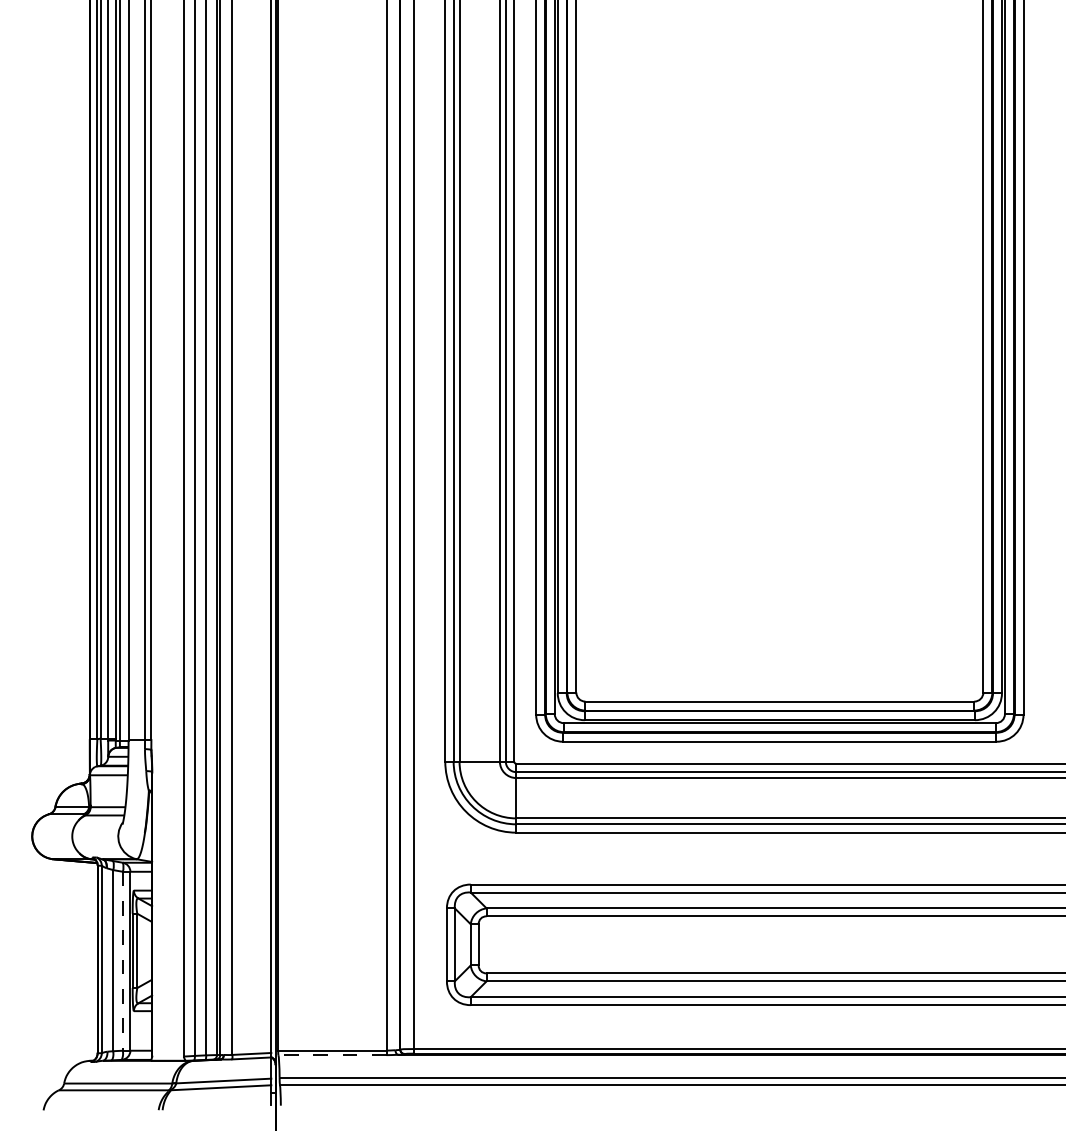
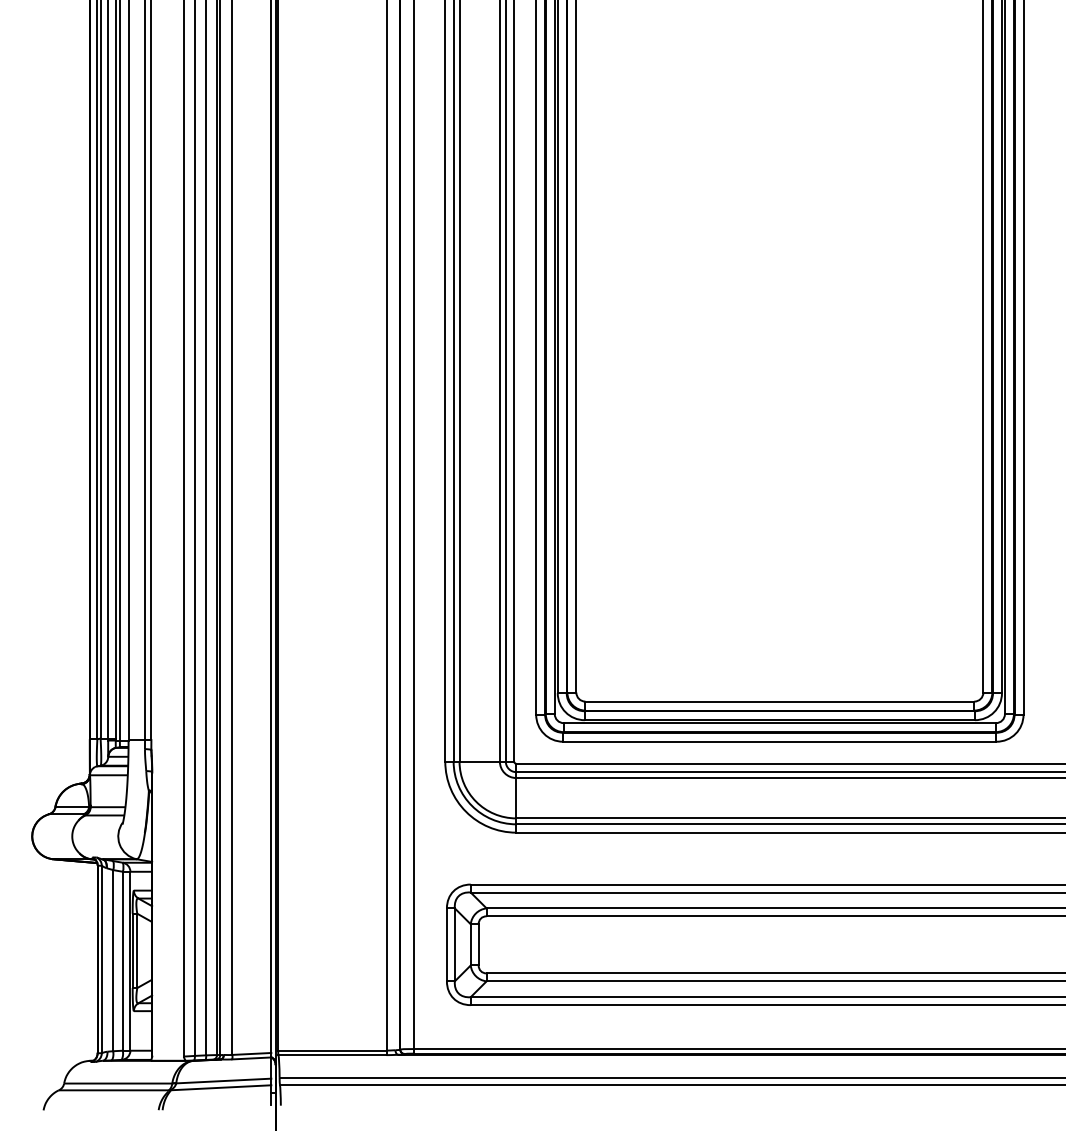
line at (122, 961): dashed -> solid
line at (331, 1055): dashed -> solid
